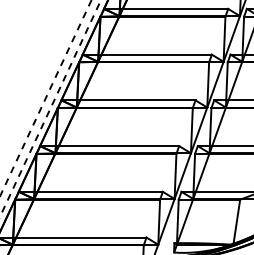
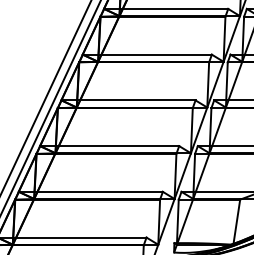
line at (45, 98): dashed -> solid
line at (50, 108): dashed -> solid
